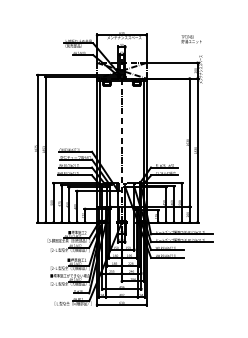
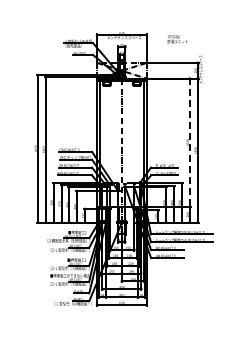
text at (191, 39) position: (191, 39) -> (177, 39)
line at (189, 142): solid -> dashed
